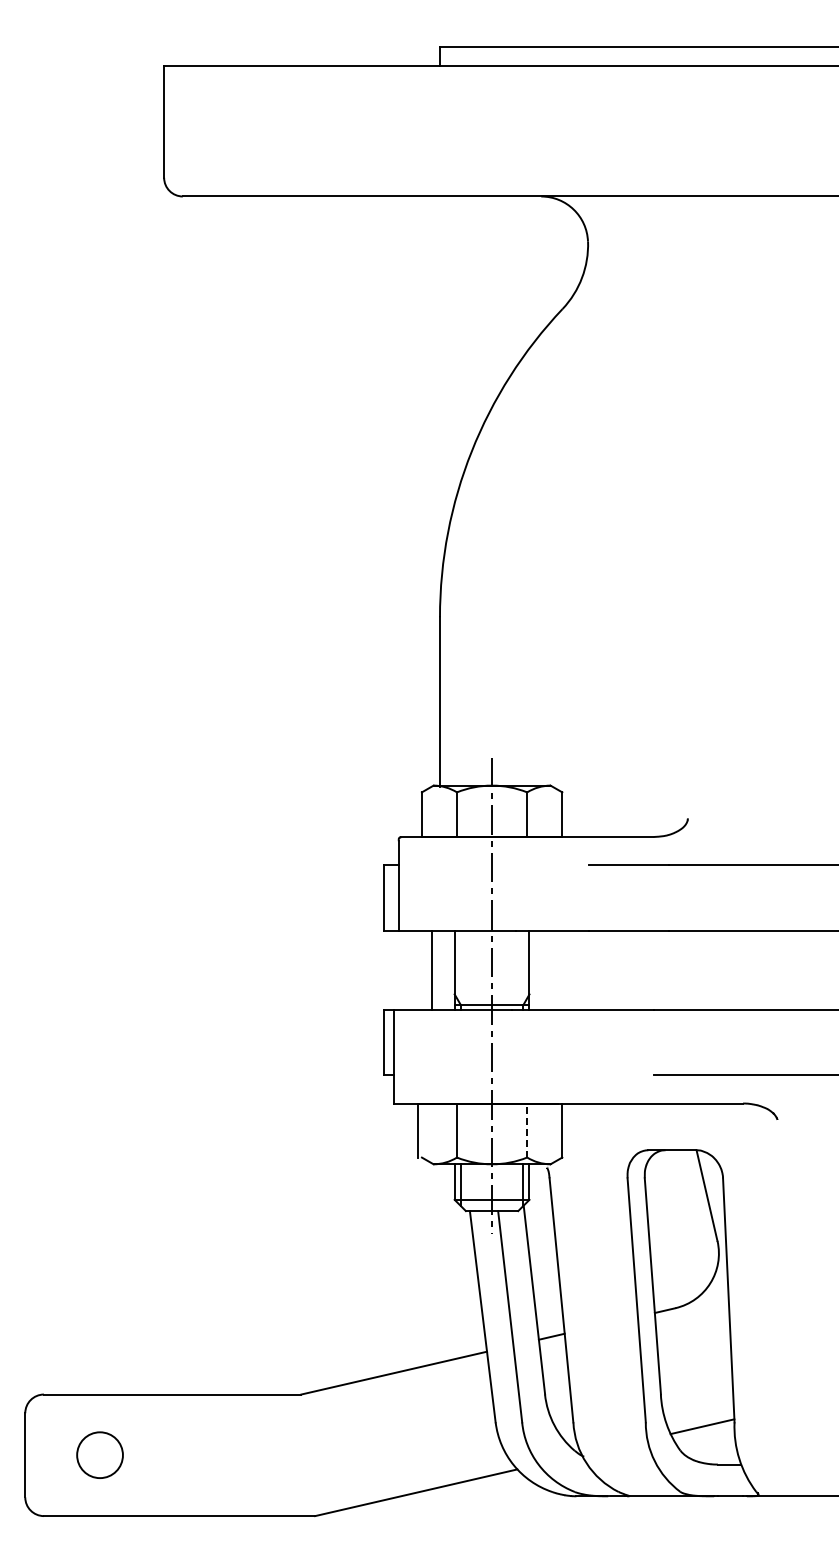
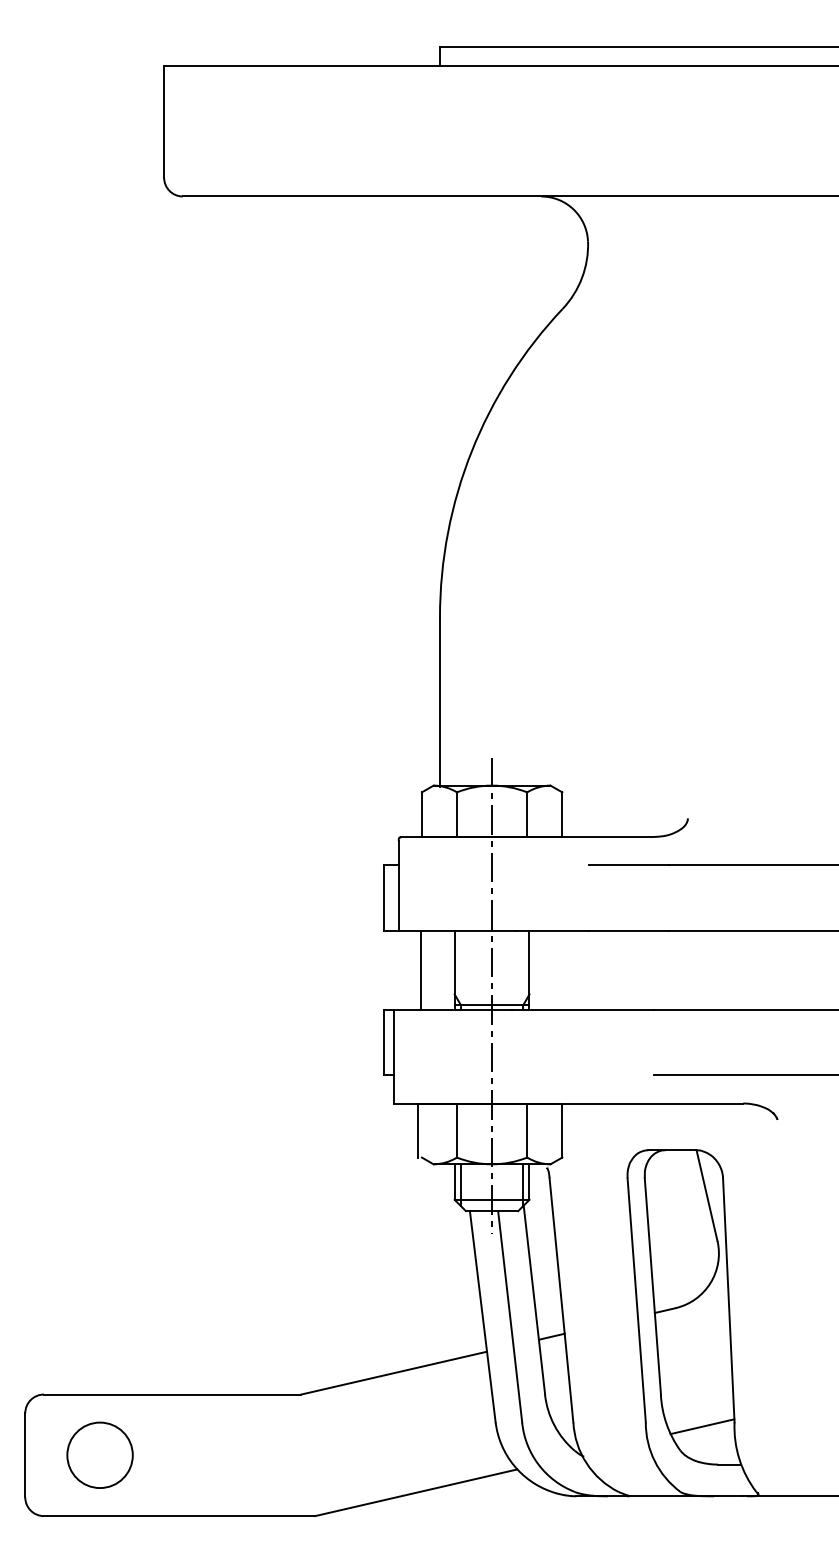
line at (432, 970) position: (432, 970) -> (421, 970)
line at (527, 1130): dashed -> solid
circle at (99, 1454) size: 48x48 px -> 68x68 px
